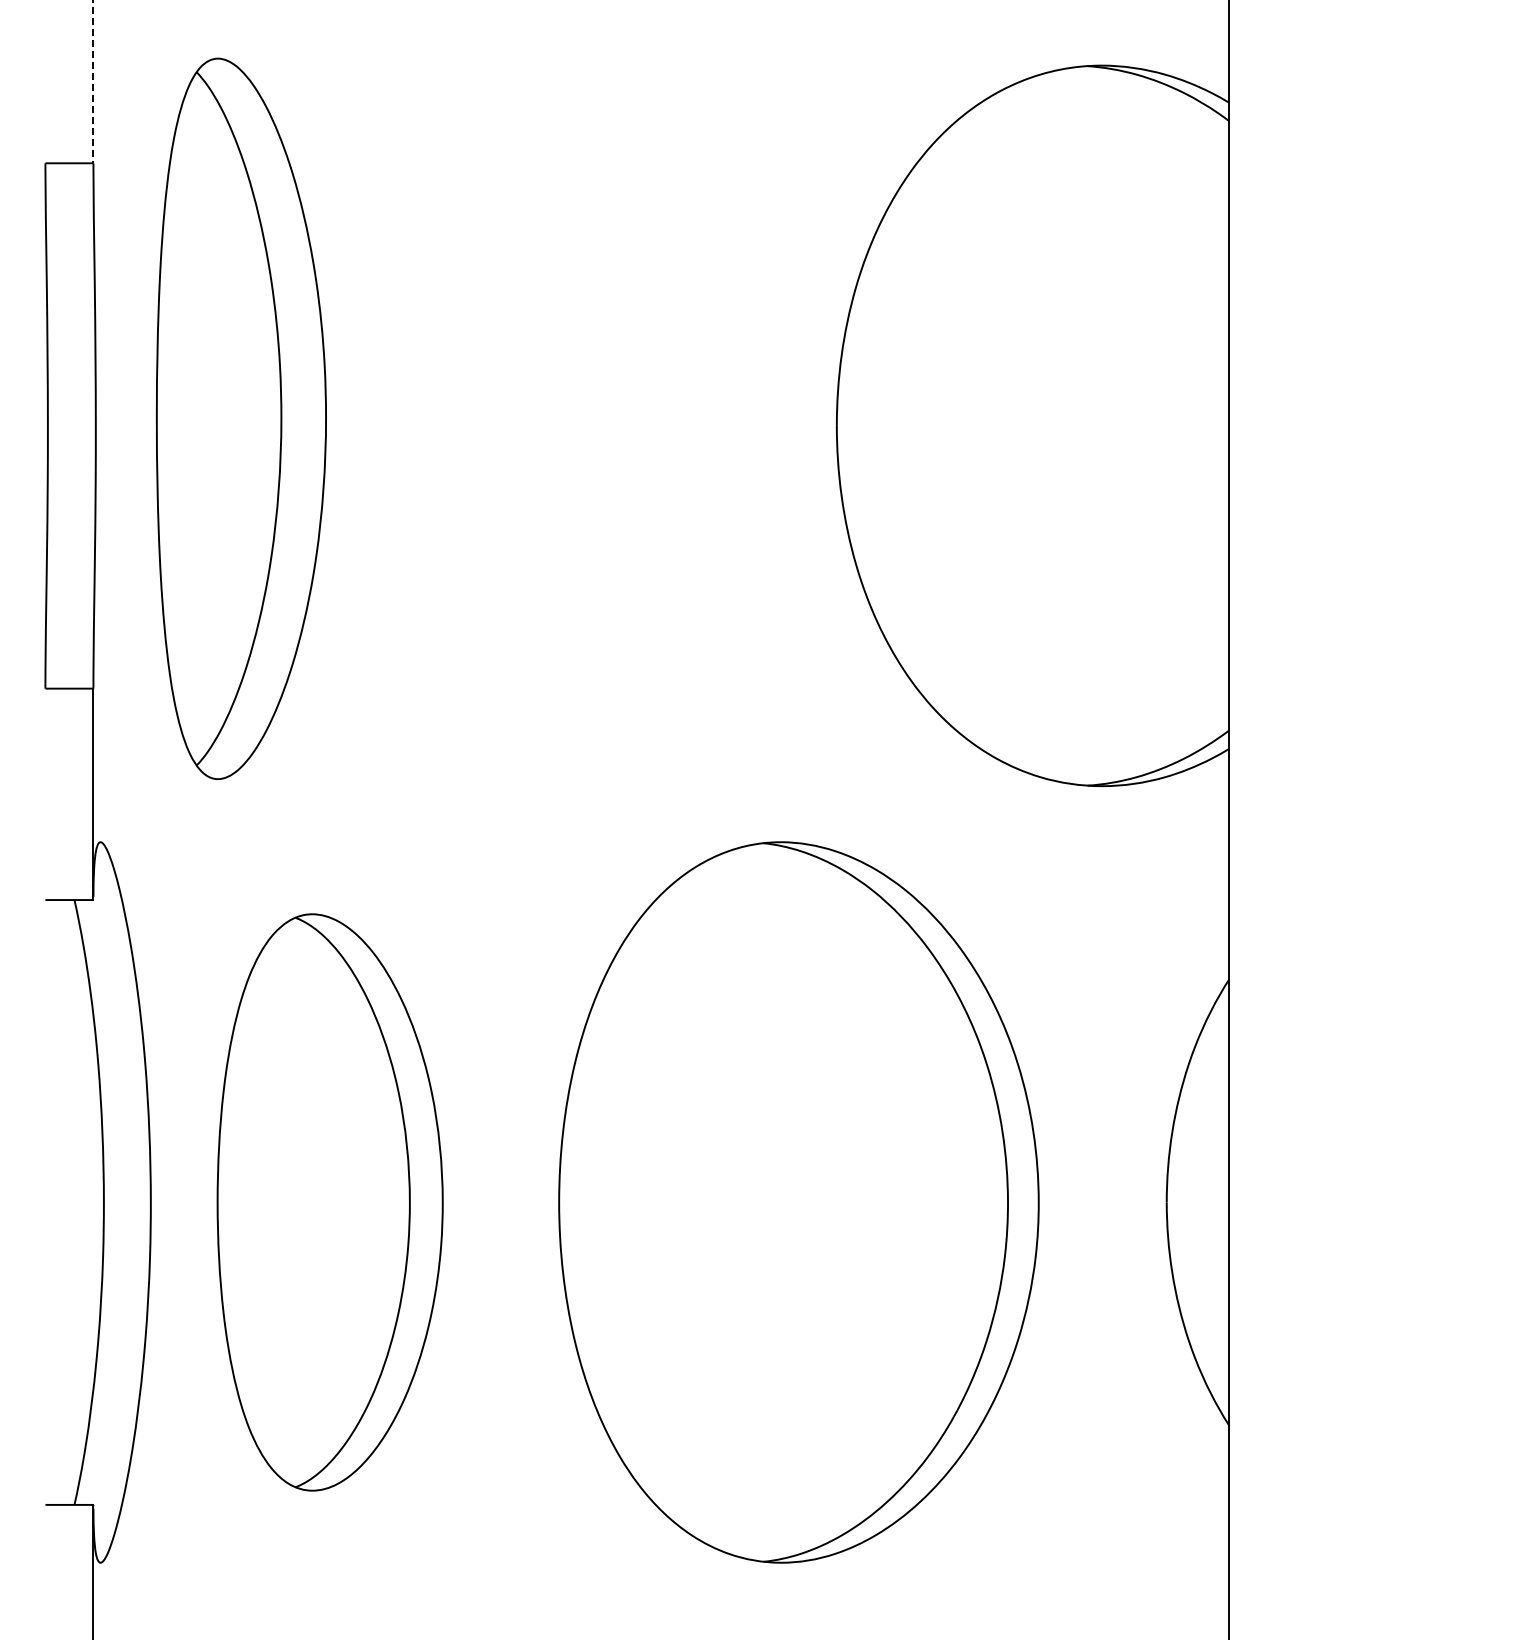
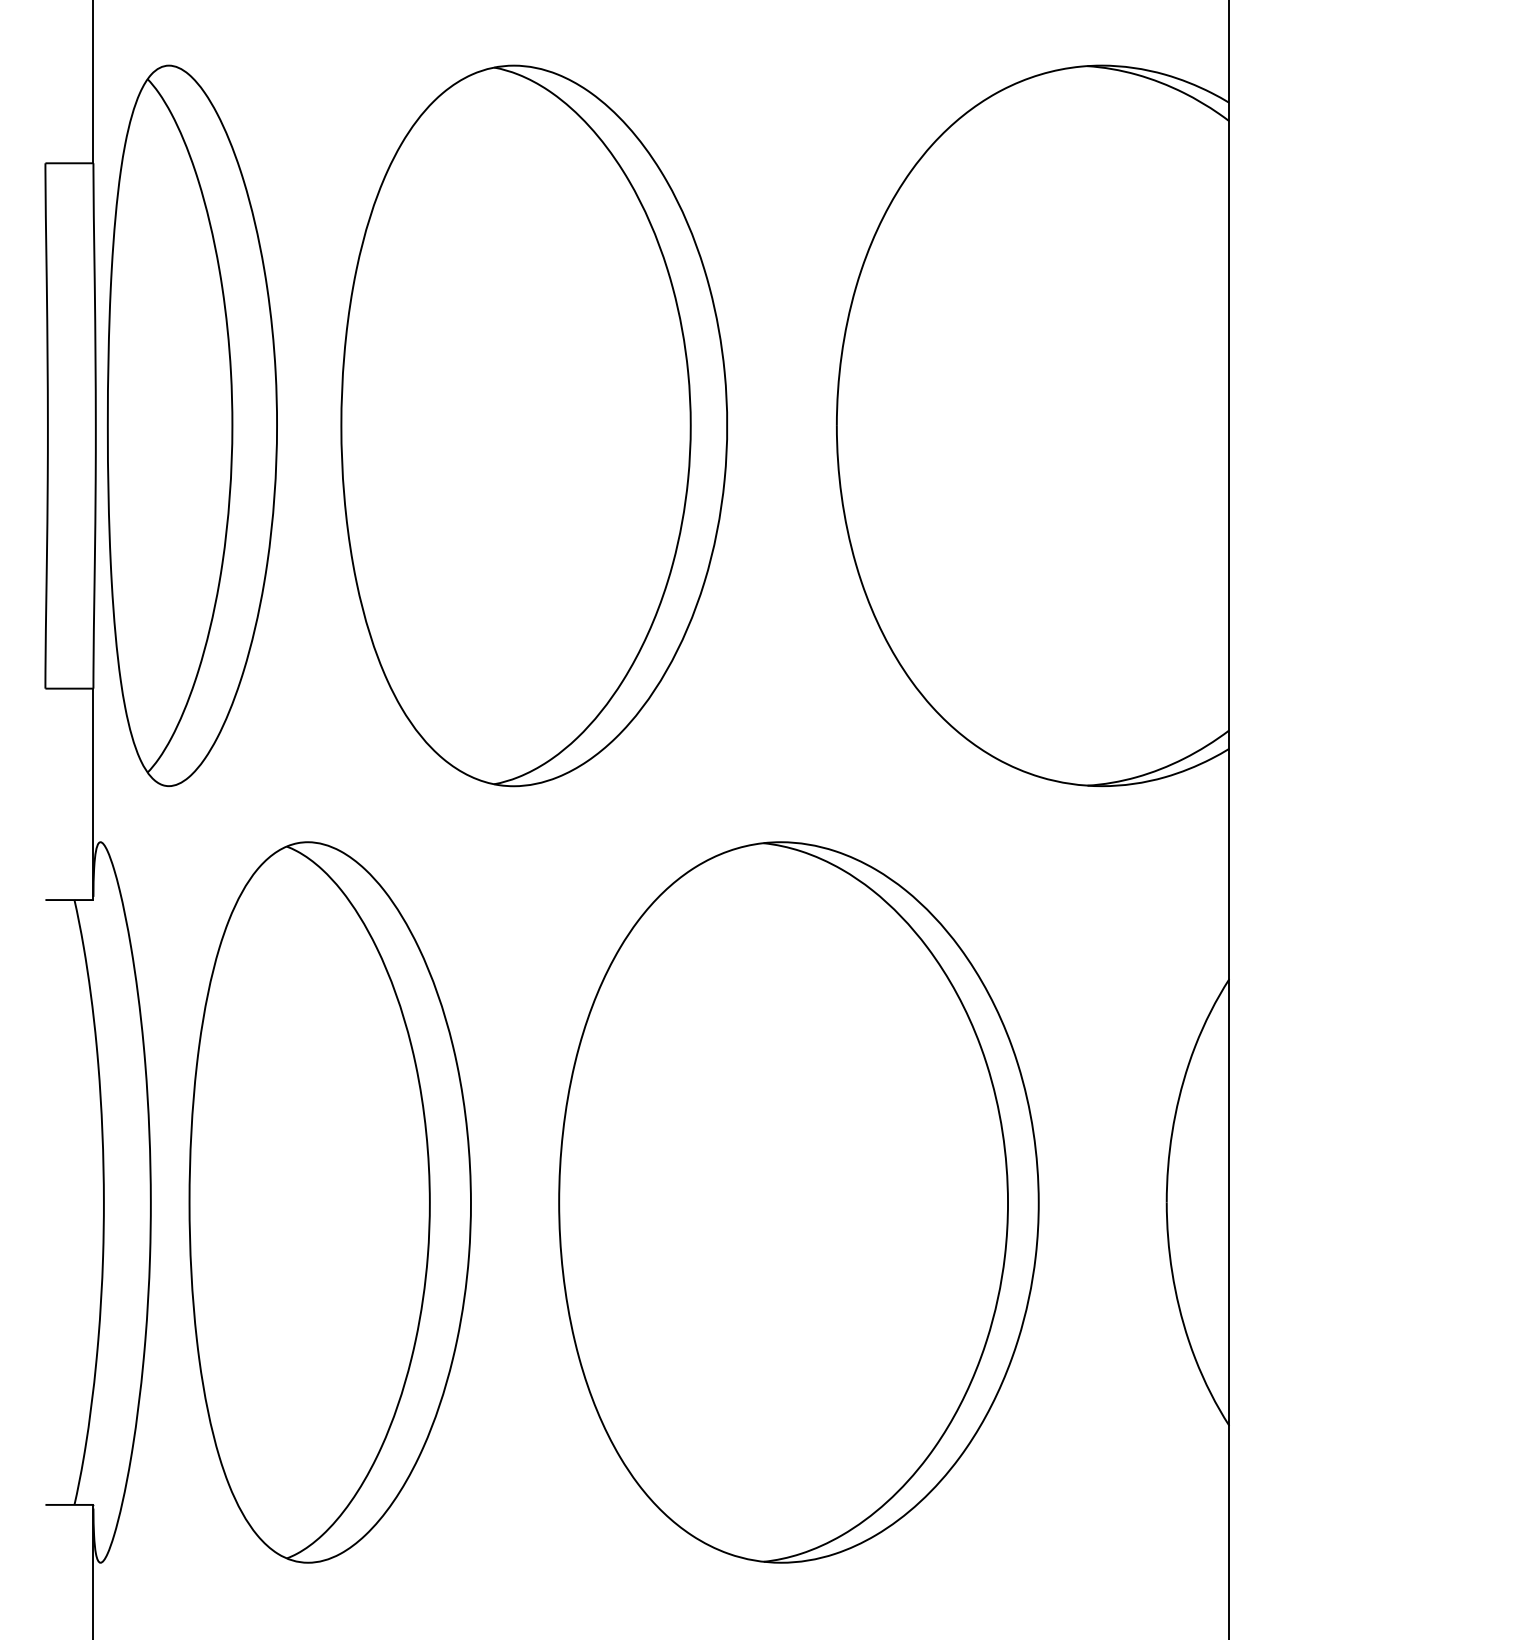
line at (93, 82): dashed -> solid
part at (241, 418) position: (241, 418) -> (192, 425)
part at (533, 425): none -> present
part at (329, 1202) size: 228x579 px -> 284x723 px
